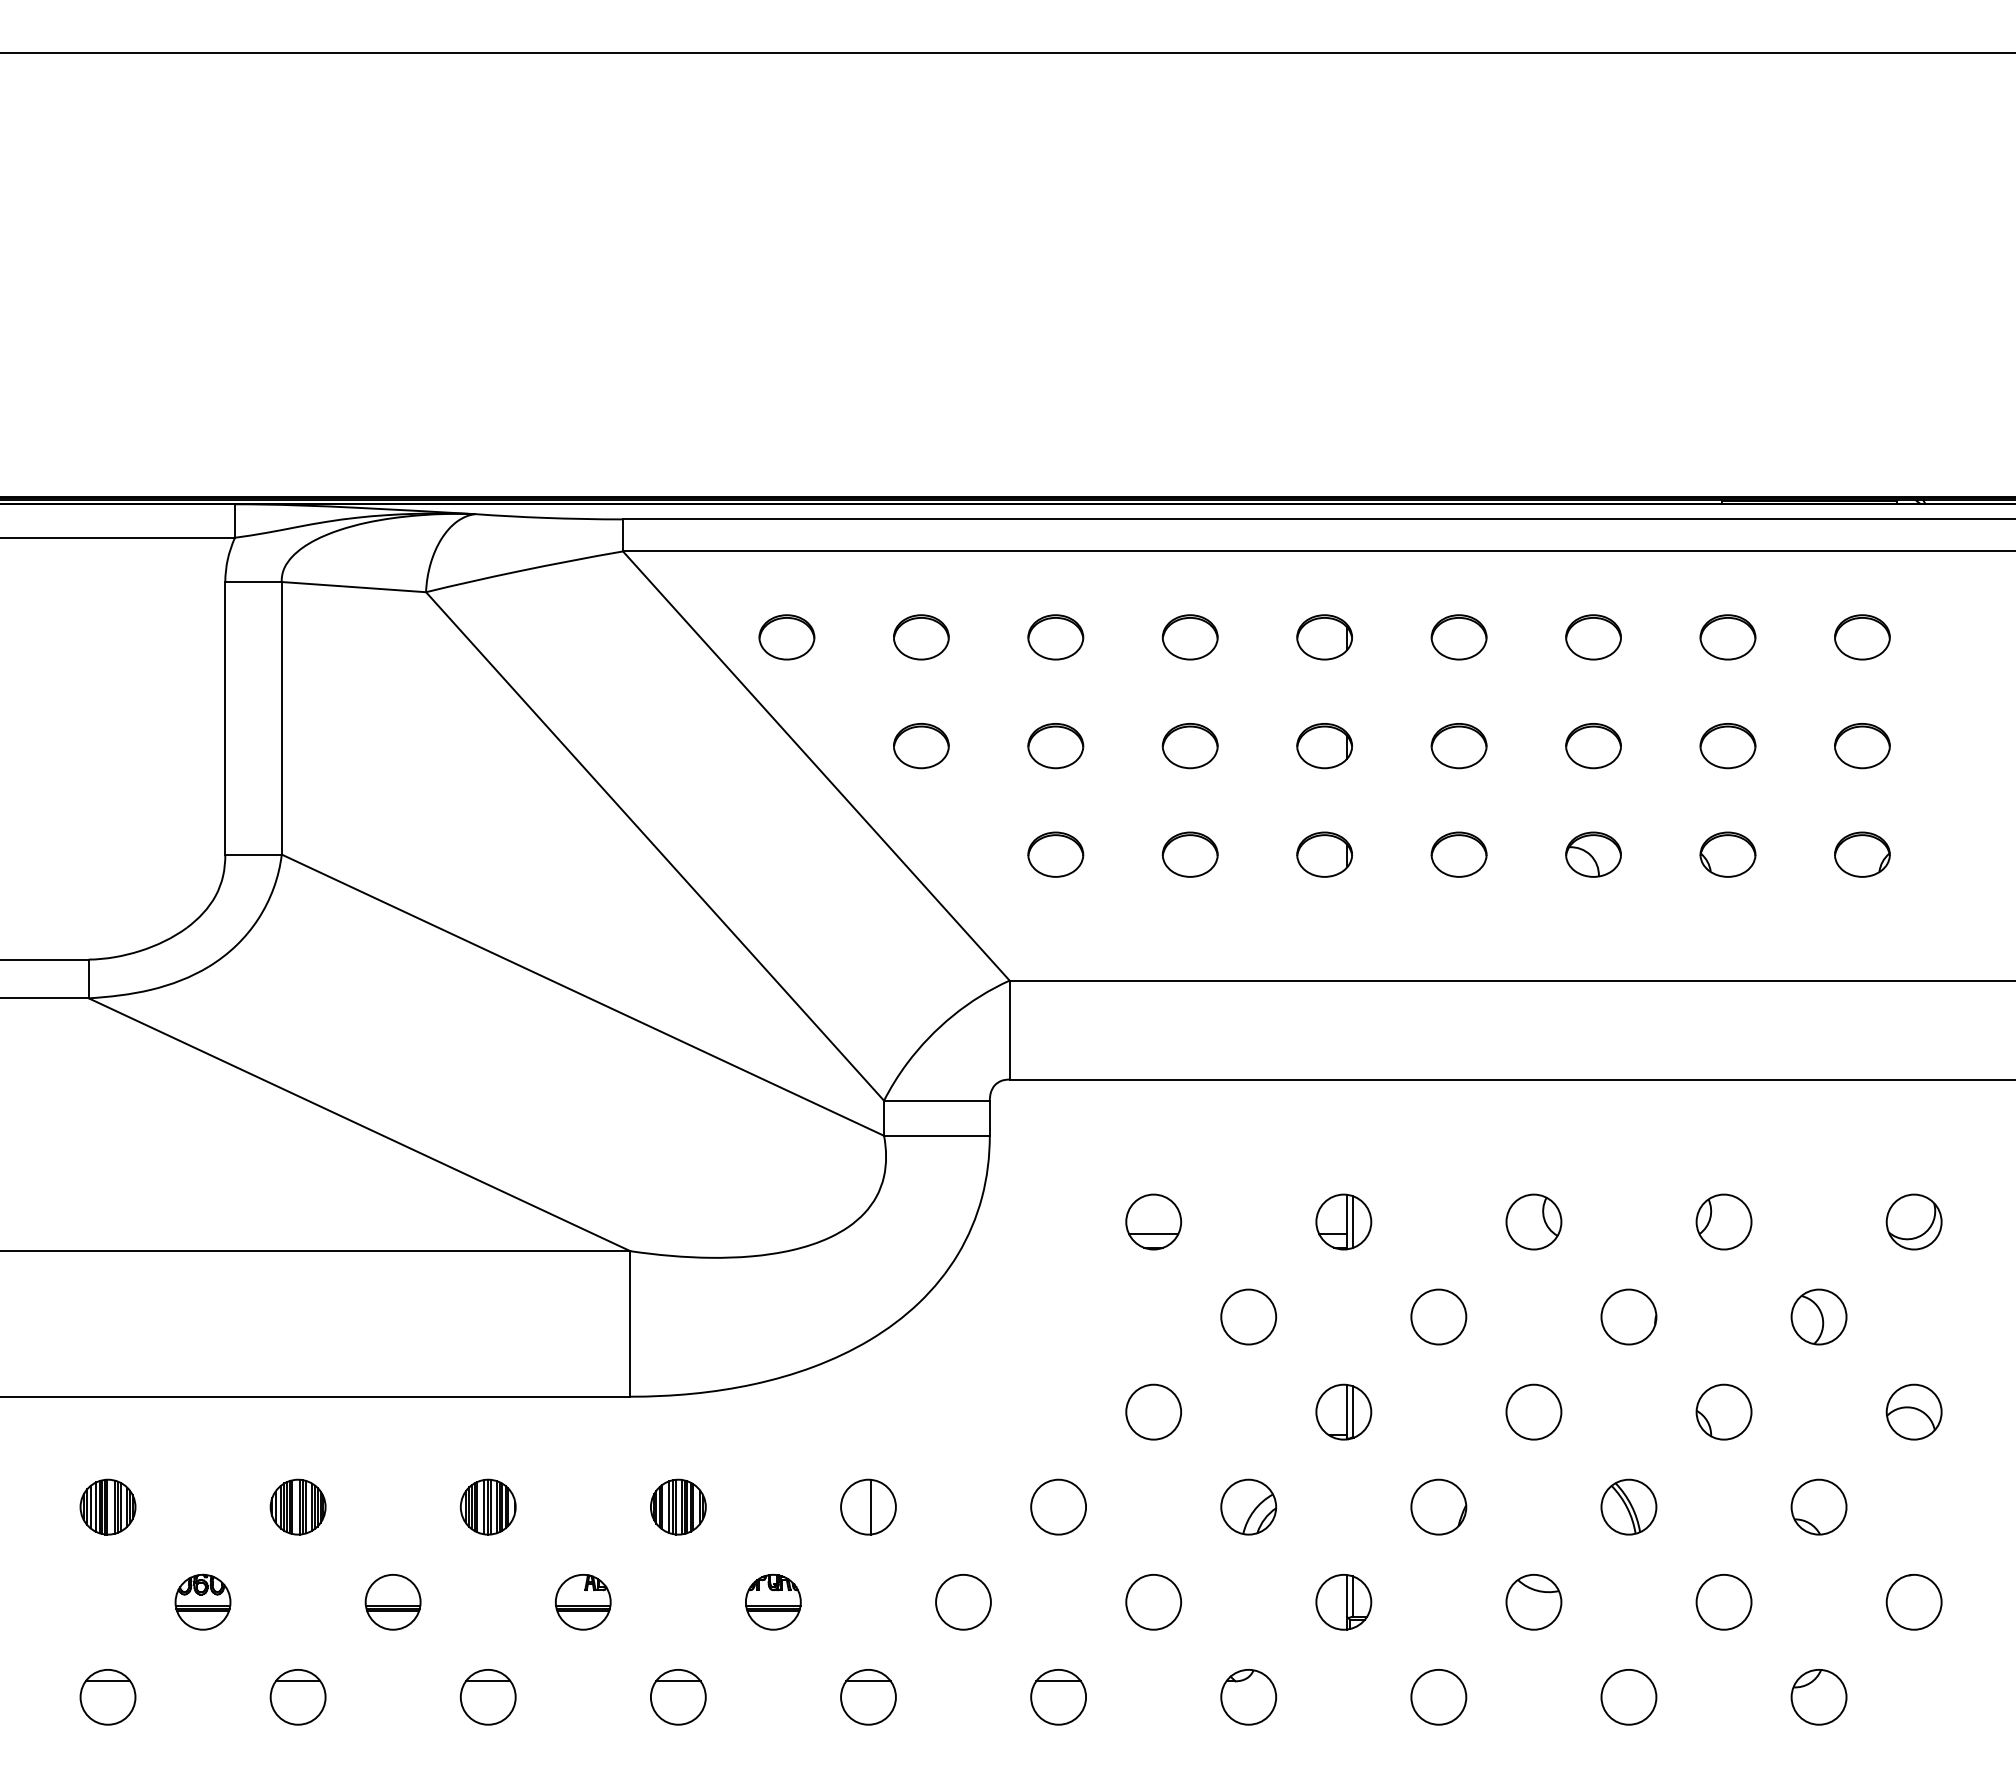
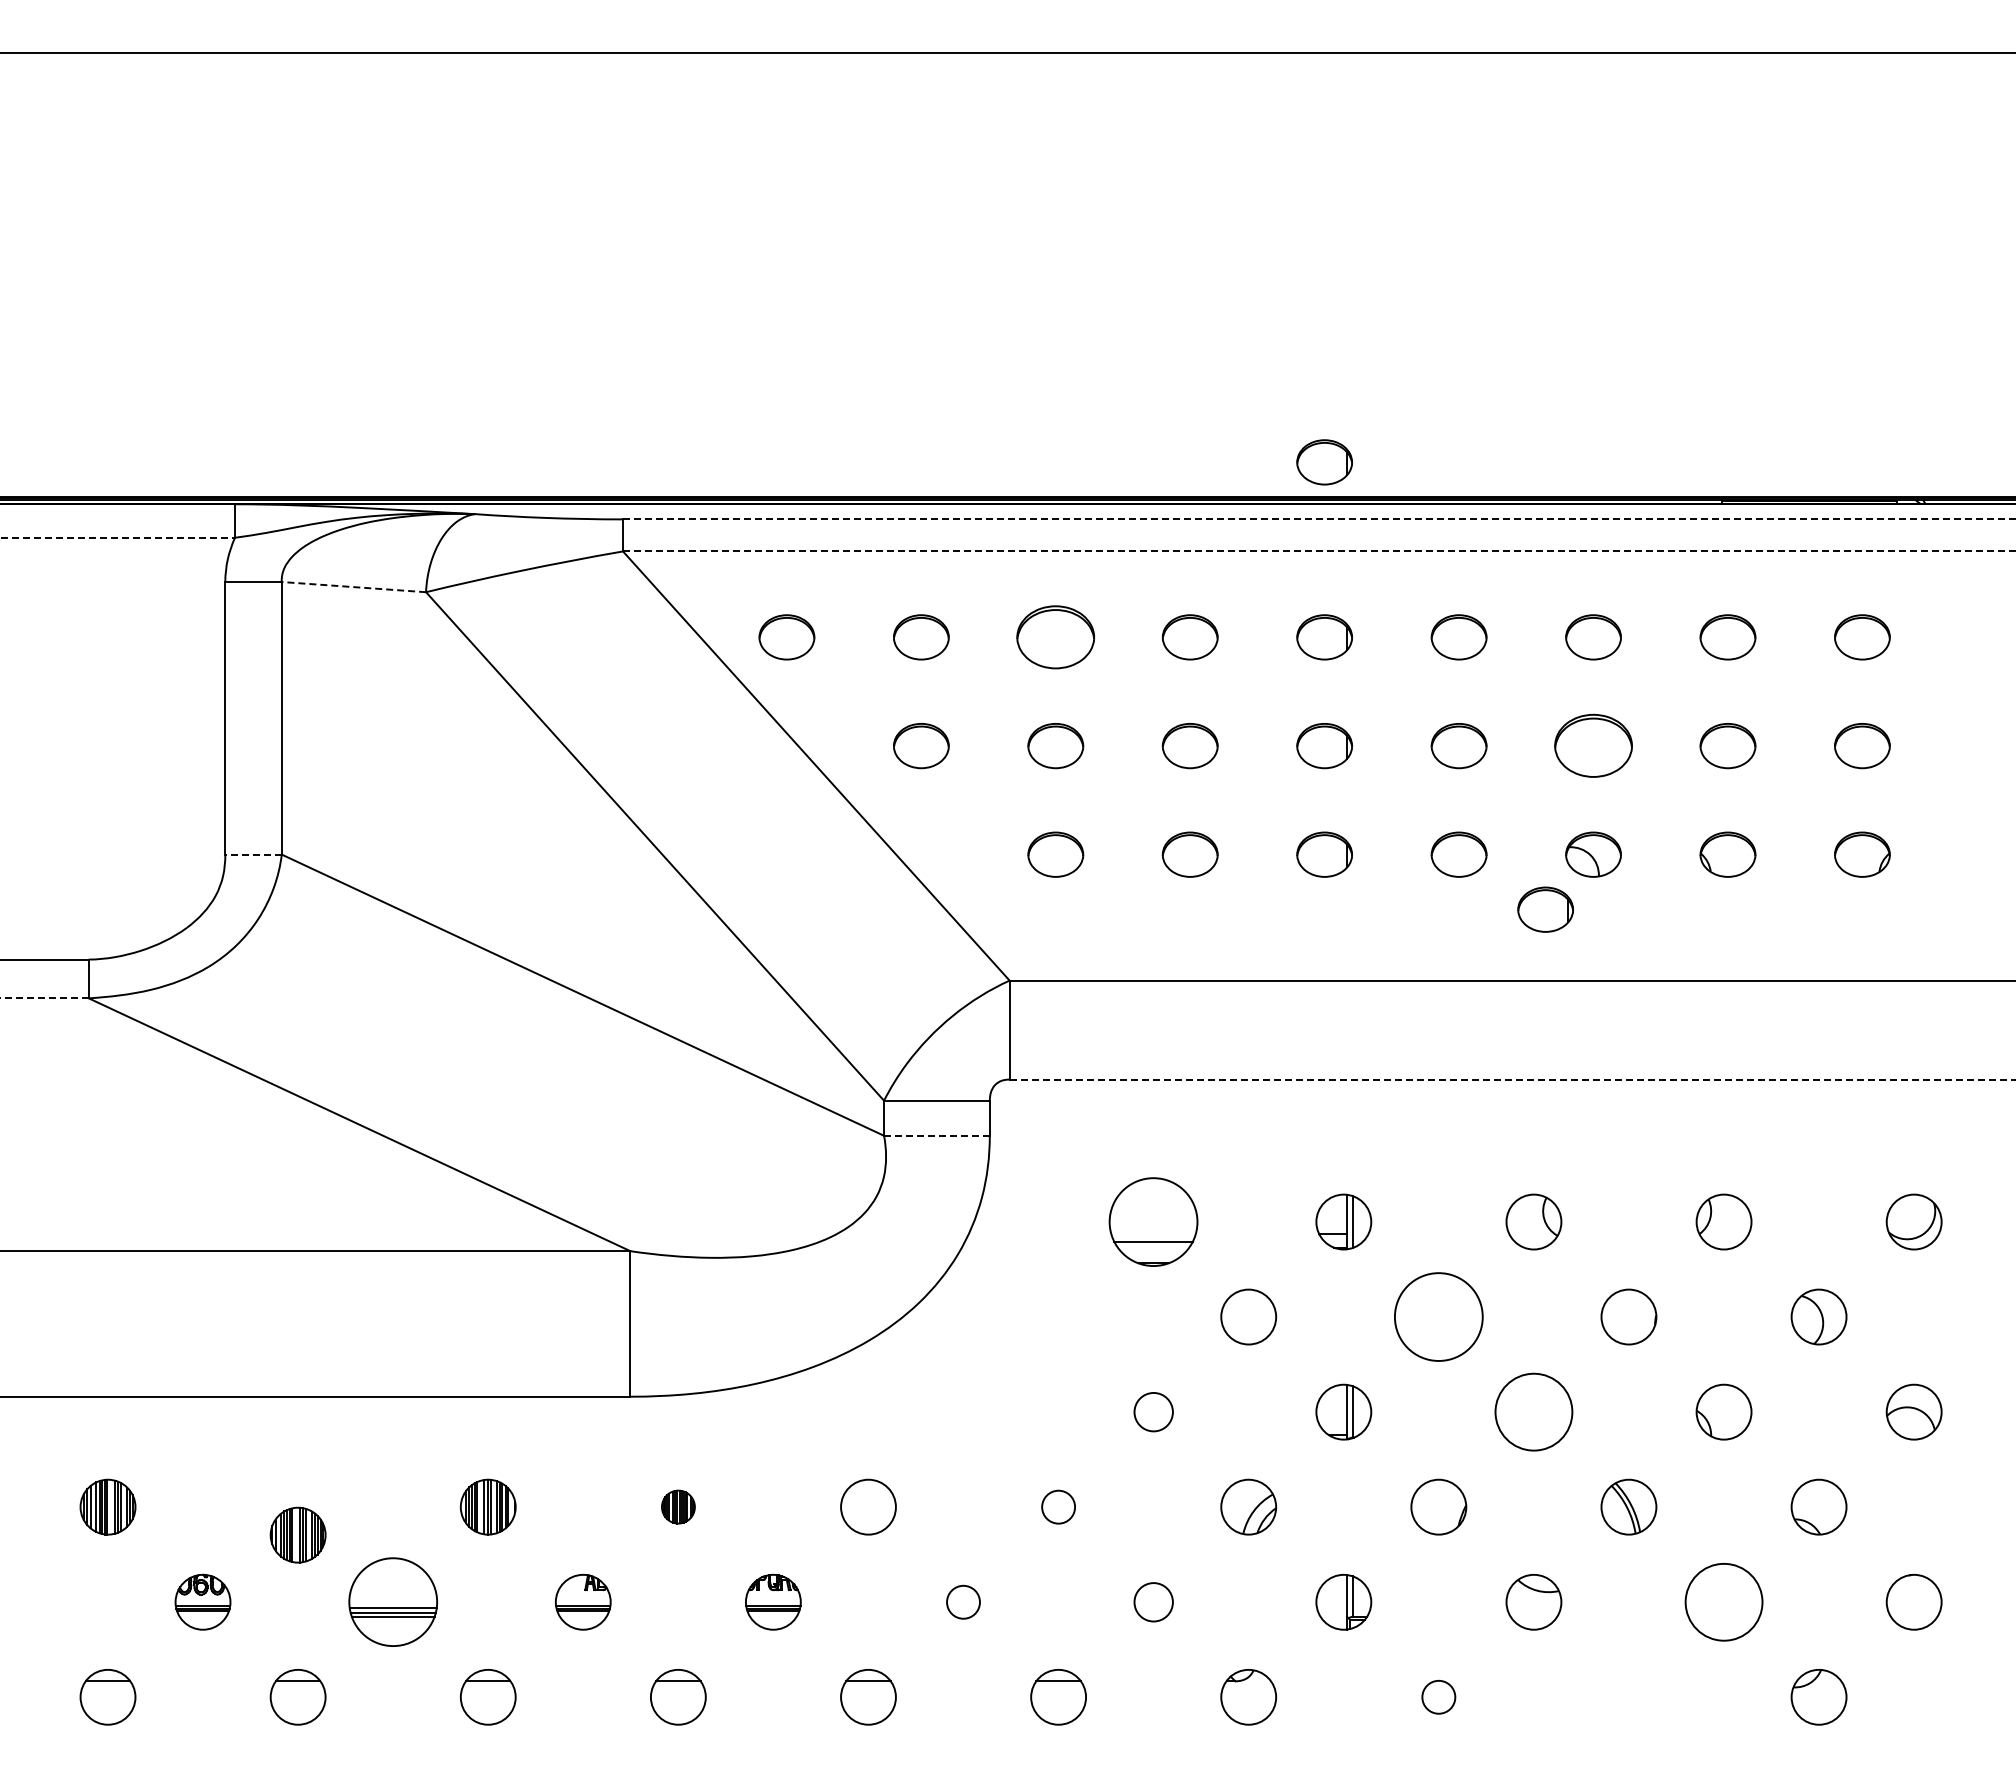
part at (1324, 462): none -> present
line at (1320, 519): solid -> dashed
line at (117, 537): solid -> dashed
line at (1320, 551): solid -> dashed
line at (353, 587): solid -> dashed
part at (1055, 637) size: 58x47 px -> 80x65 px
part at (1593, 746) size: 57x47 px -> 79x65 px
line at (253, 854): solid -> dashed
part at (1545, 909): none -> present
line at (44, 998): solid -> dashed
line at (1512, 1079): solid -> dashed
line at (936, 1135): solid -> dashed
part at (1153, 1221) size: 58x58 px -> 91x90 px
circle at (1438, 1316) diameter: 55 px -> 88 px
circle at (1153, 1411) diameter: 55 px -> 38 px
circle at (1533, 1411) diameter: 55 px -> 77 px
part at (297, 1506) position: (297, 1506) -> (297, 1534)
part at (678, 1506) size: 57x58 px -> 35x36 px
line at (870, 1506): present -> none
circle at (1058, 1506) diameter: 55 px -> 33 px
circle at (963, 1601) diameter: 55 px -> 33 px
circle at (1153, 1601) diameter: 55 px -> 38 px
circle at (1723, 1601) diameter: 55 px -> 77 px
part at (392, 1602) size: 58x57 px -> 90x90 px
circle at (1438, 1696) diameter: 55 px -> 33 px
circle at (1628, 1697): present -> none
